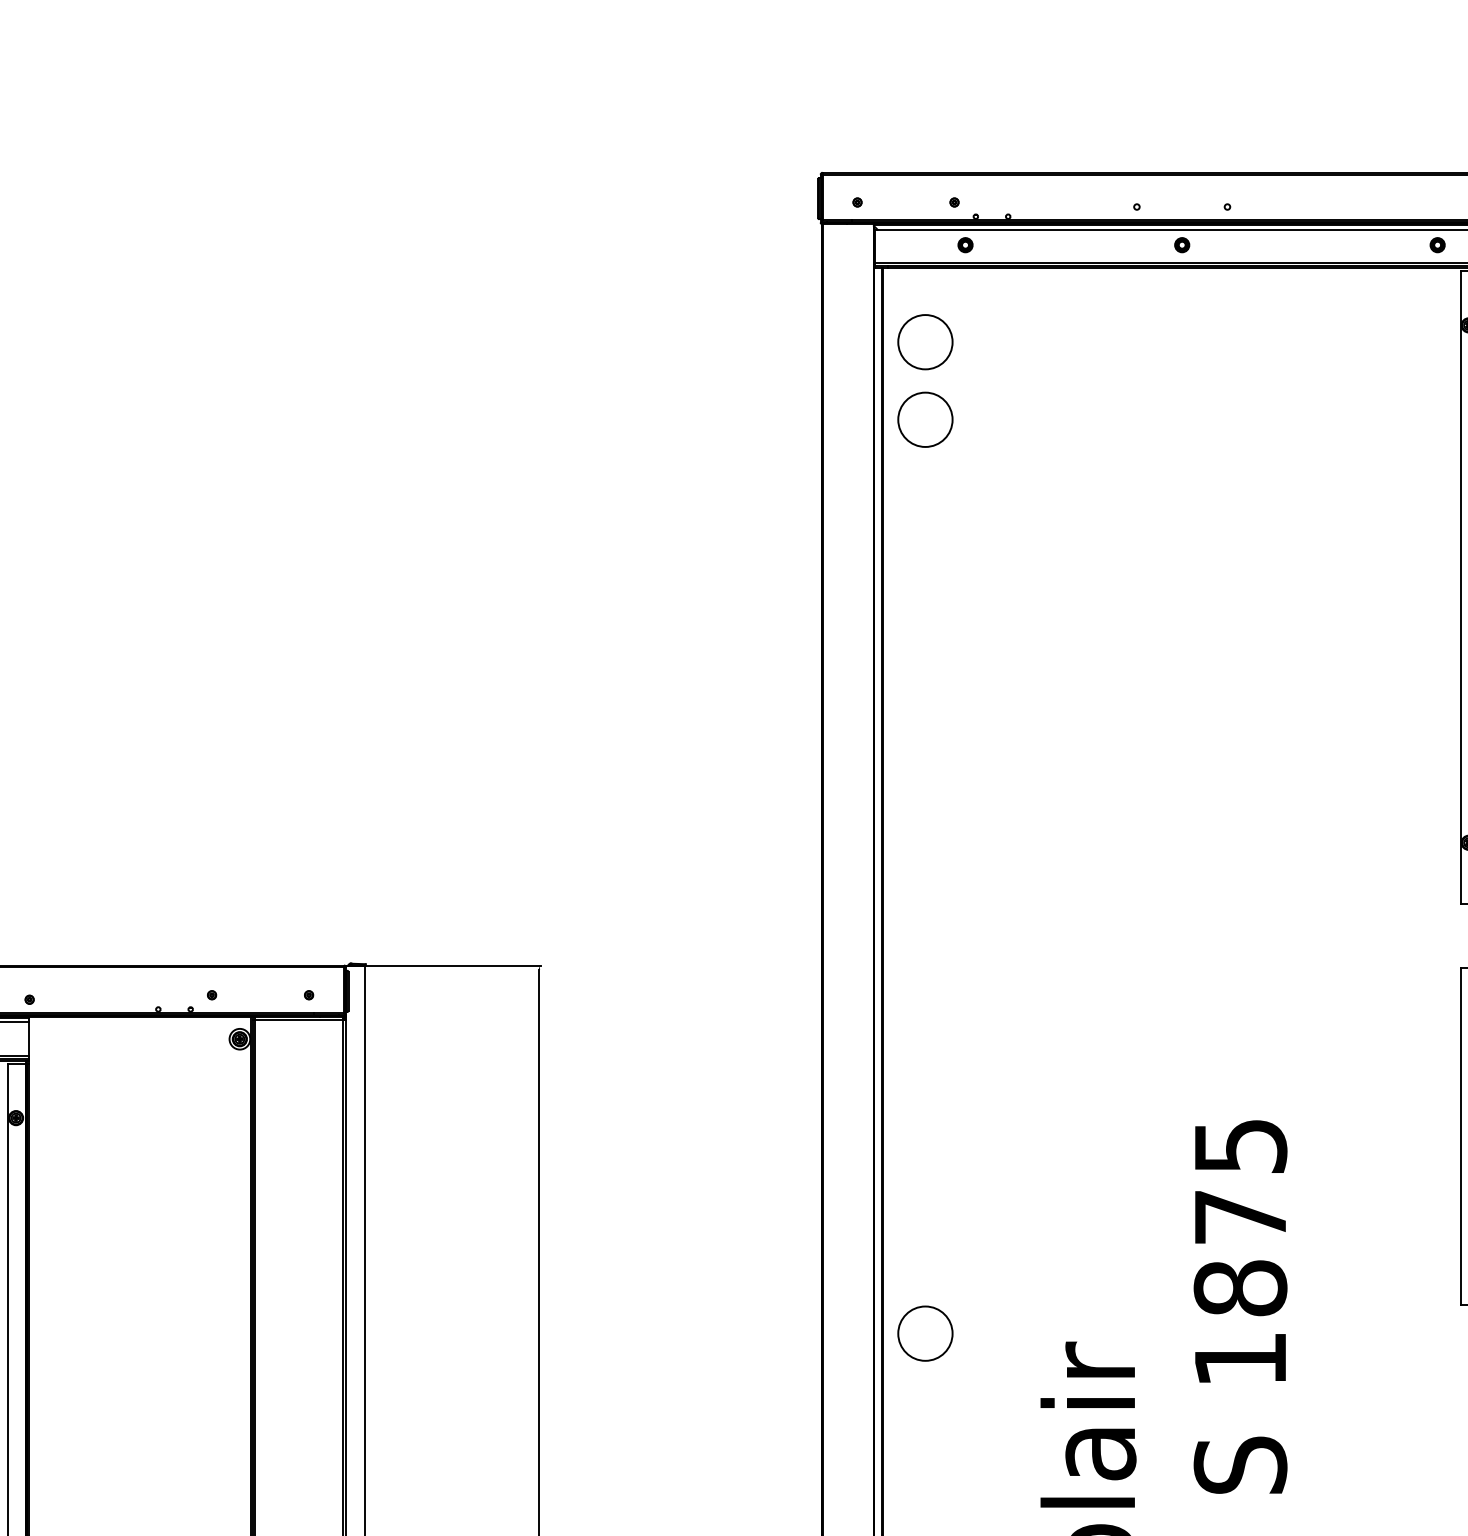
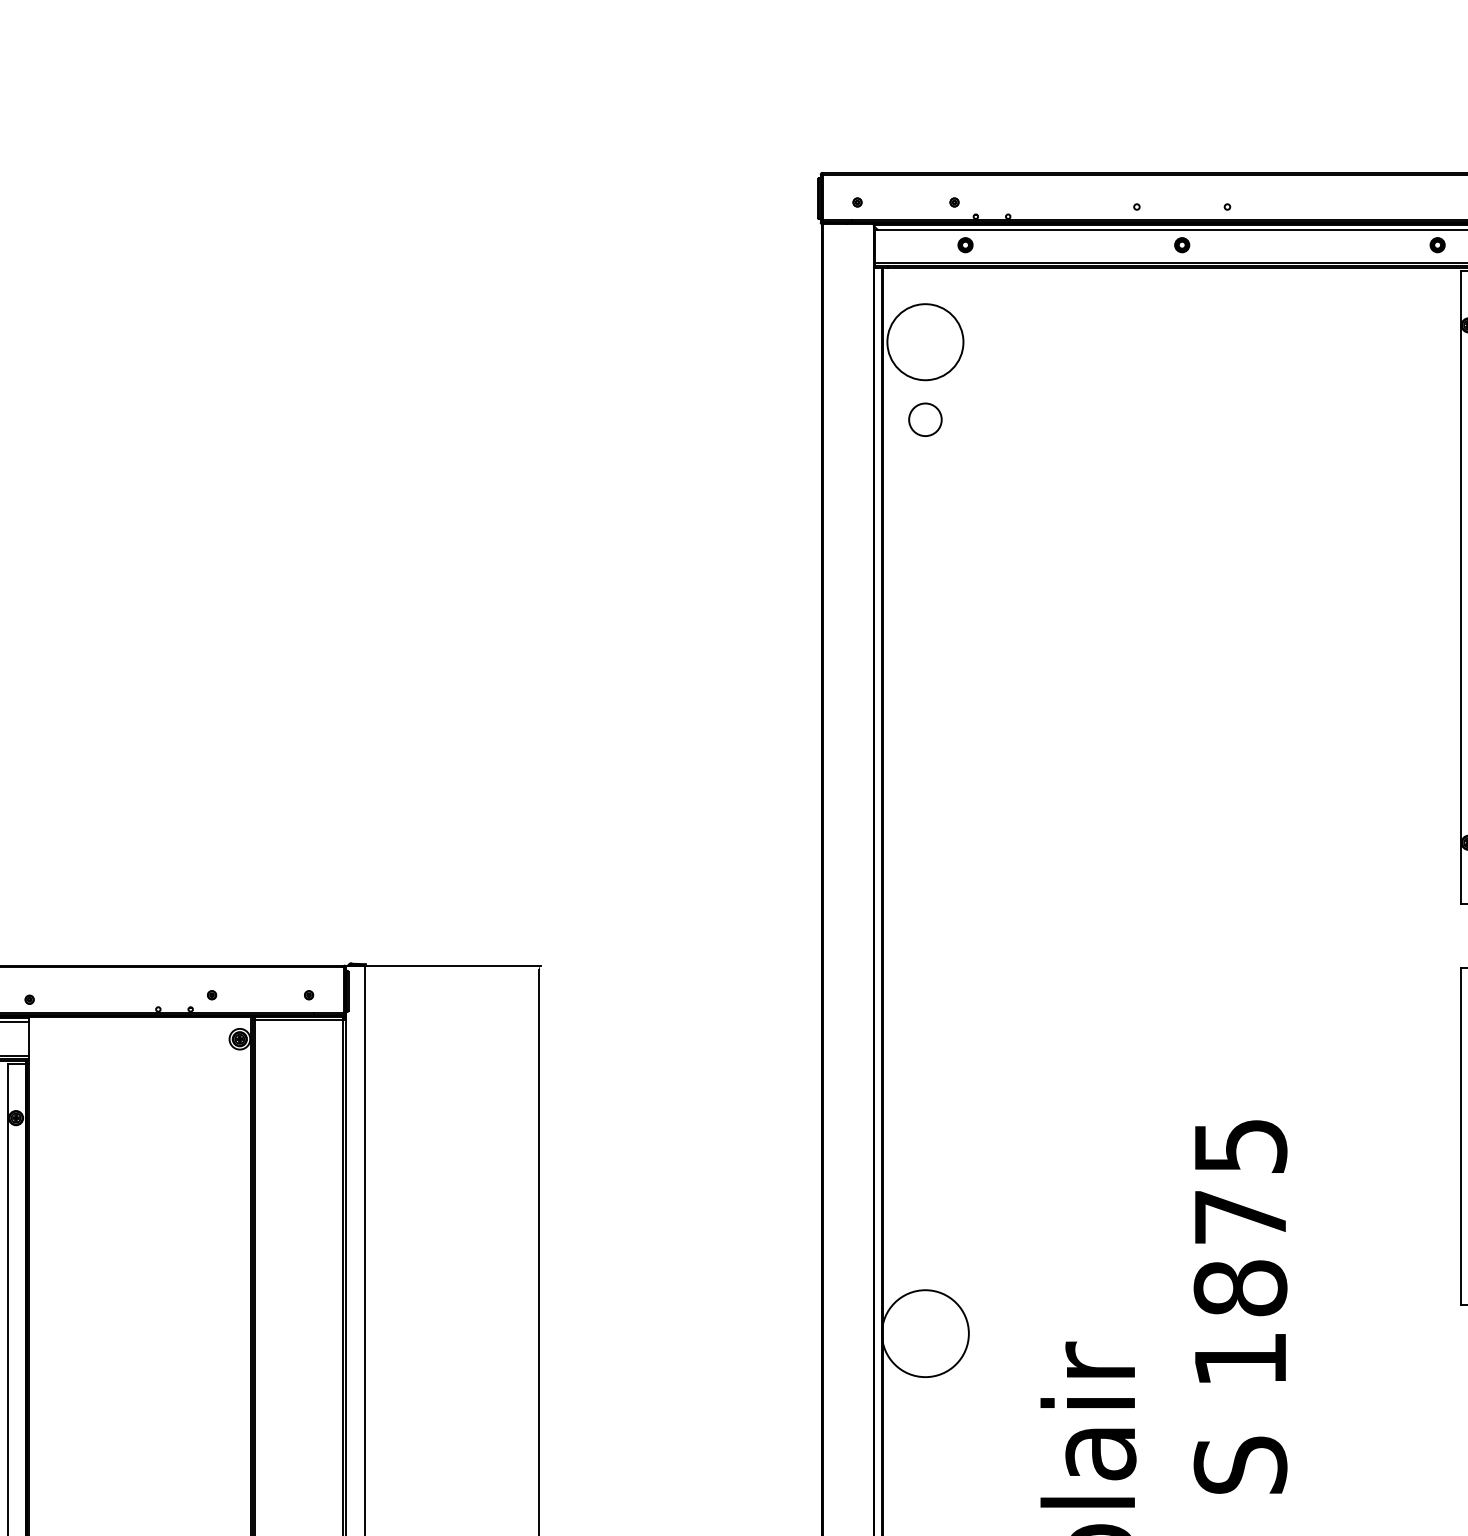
circle at (925, 342) diameter: 54 px -> 76 px
circle at (925, 419) diameter: 54 px -> 33 px
circle at (925, 1333) diameter: 54 px -> 87 px
